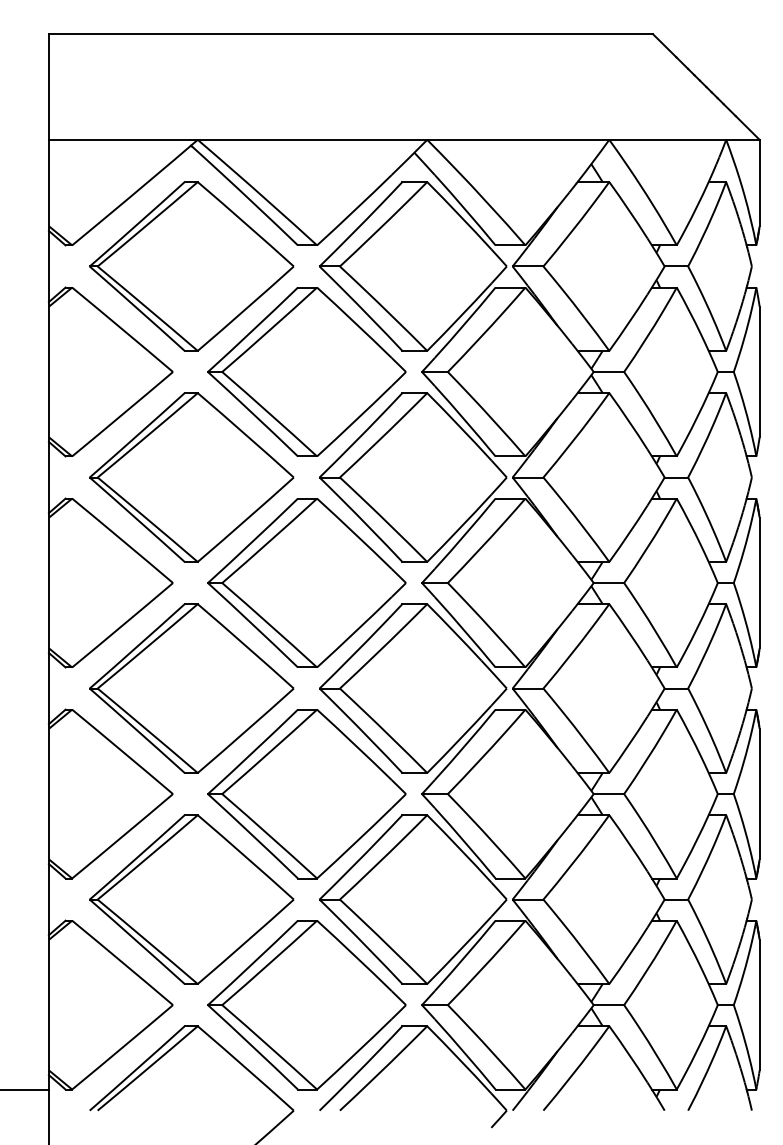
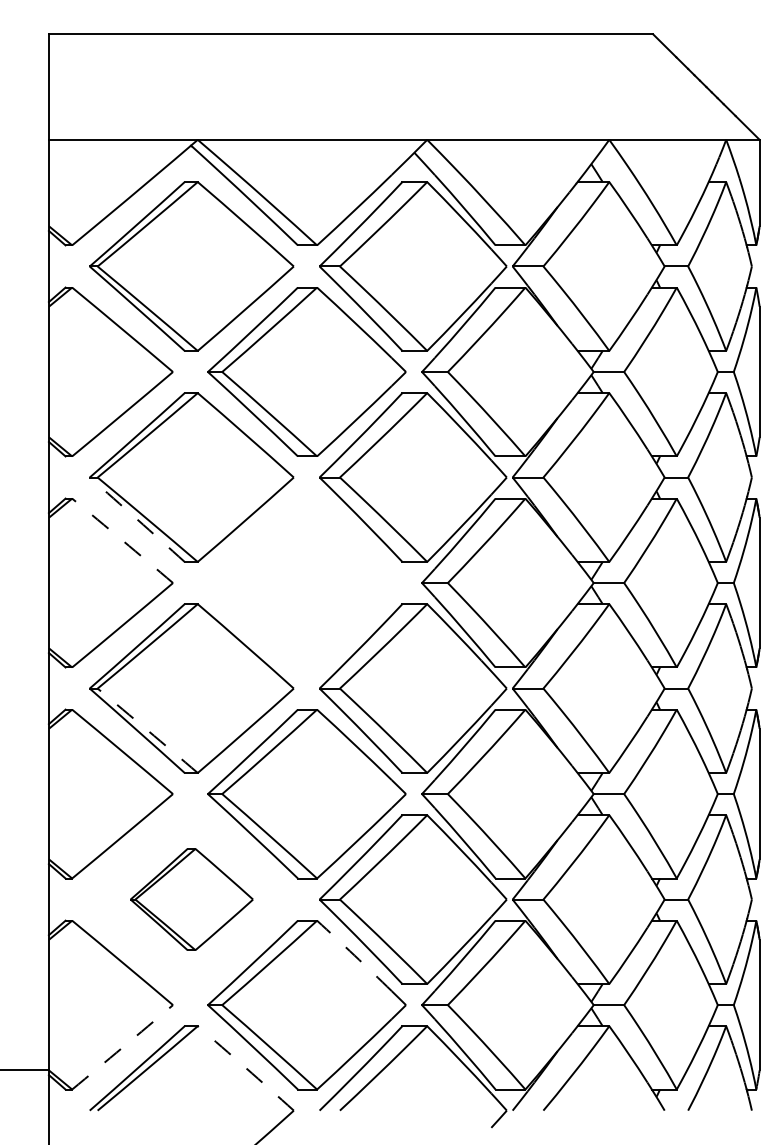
arc at (137, 519): solid -> dashed
arc at (122, 540): solid -> dashed
part at (306, 582): present -> none
arc at (147, 730): solid -> dashed
part at (191, 899) size: 206x171 px -> 124x103 px
arc at (354, 955): solid -> dashed
arc at (122, 1047): solid -> dashed
arc at (246, 1068): solid -> dashed
line at (25, 1089) position: (25, 1089) -> (25, 1069)
